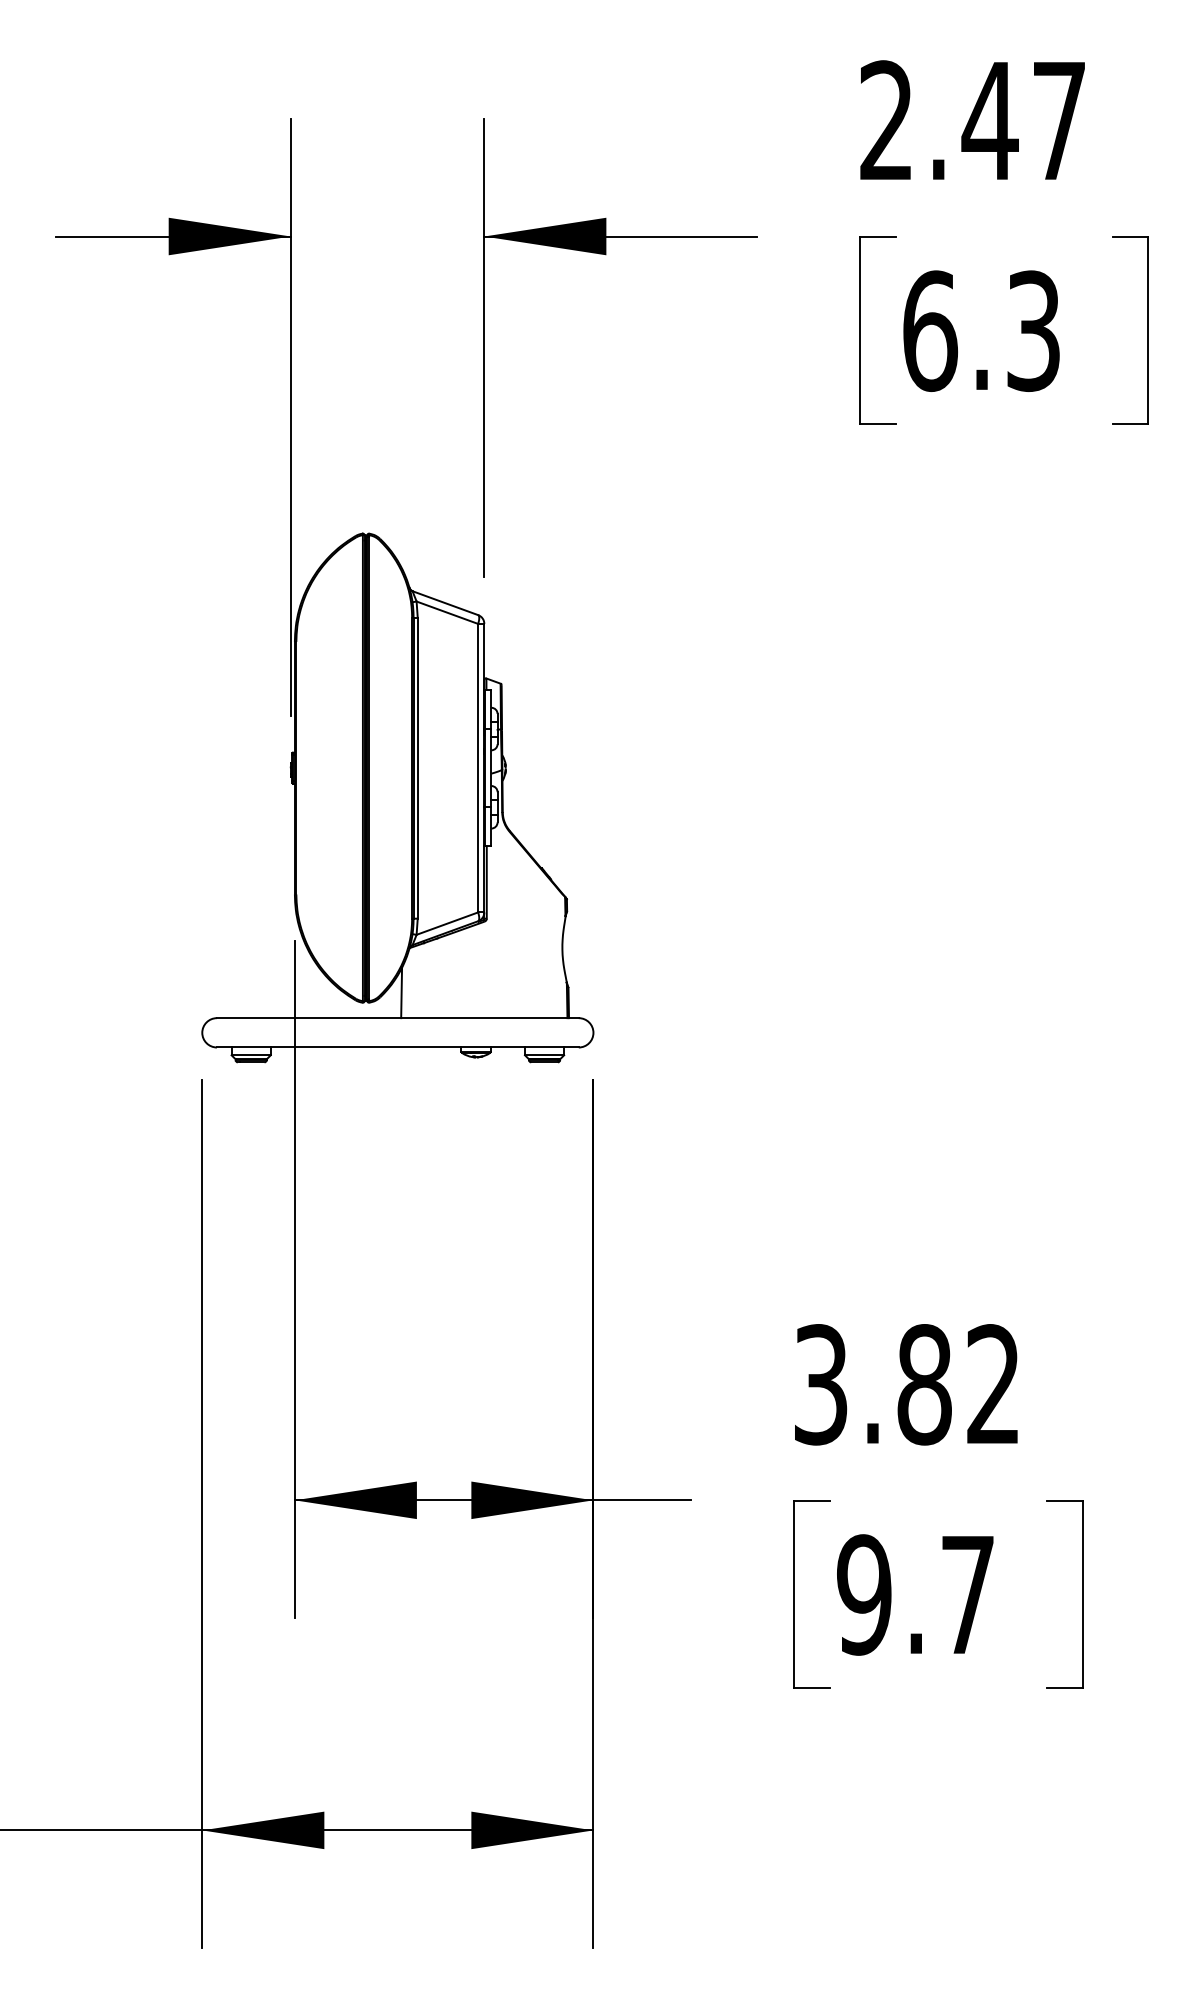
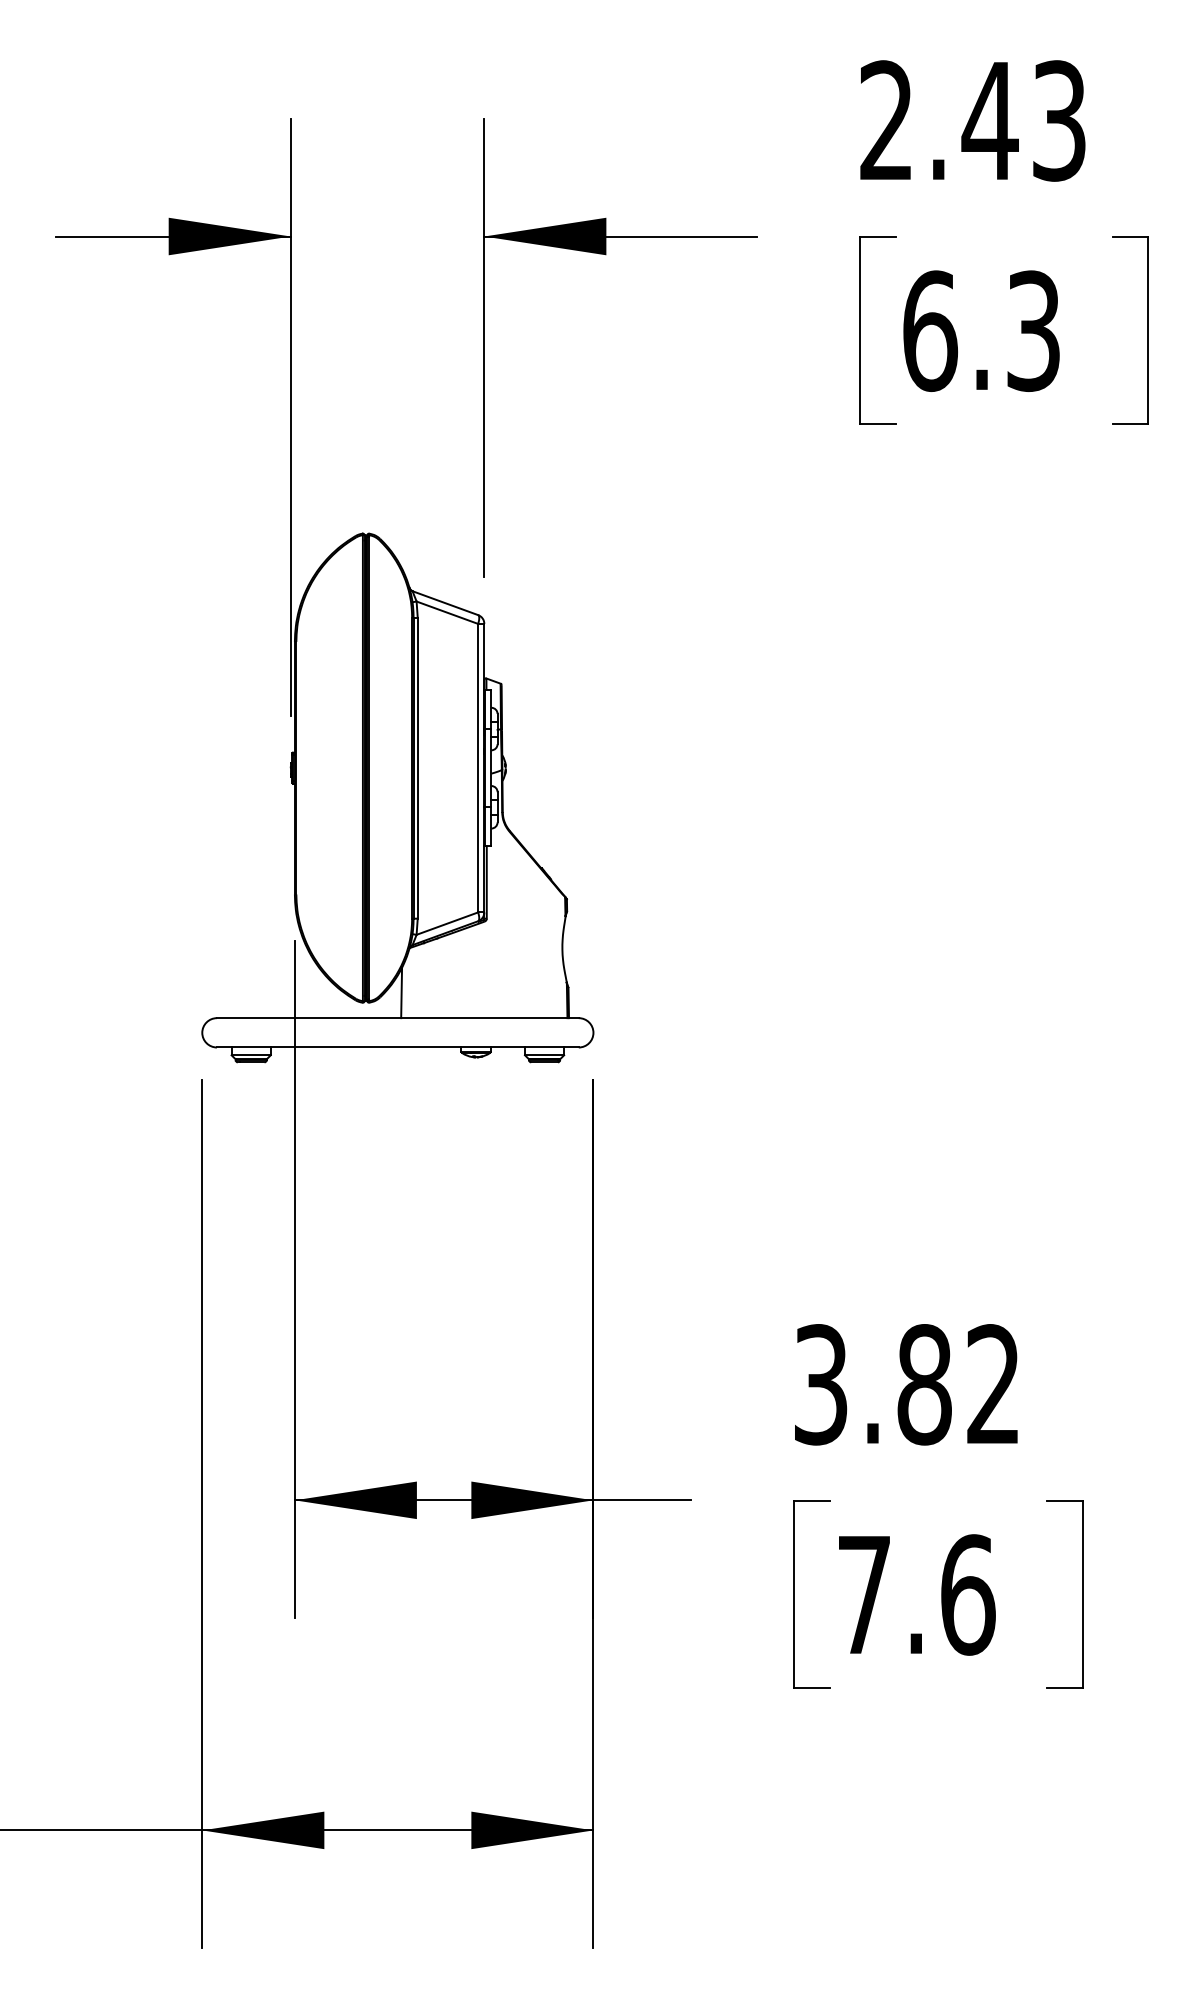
text at (1059, 120): 2.47 -> 2.43
text at (916, 1594): 9.7 -> 7.6
